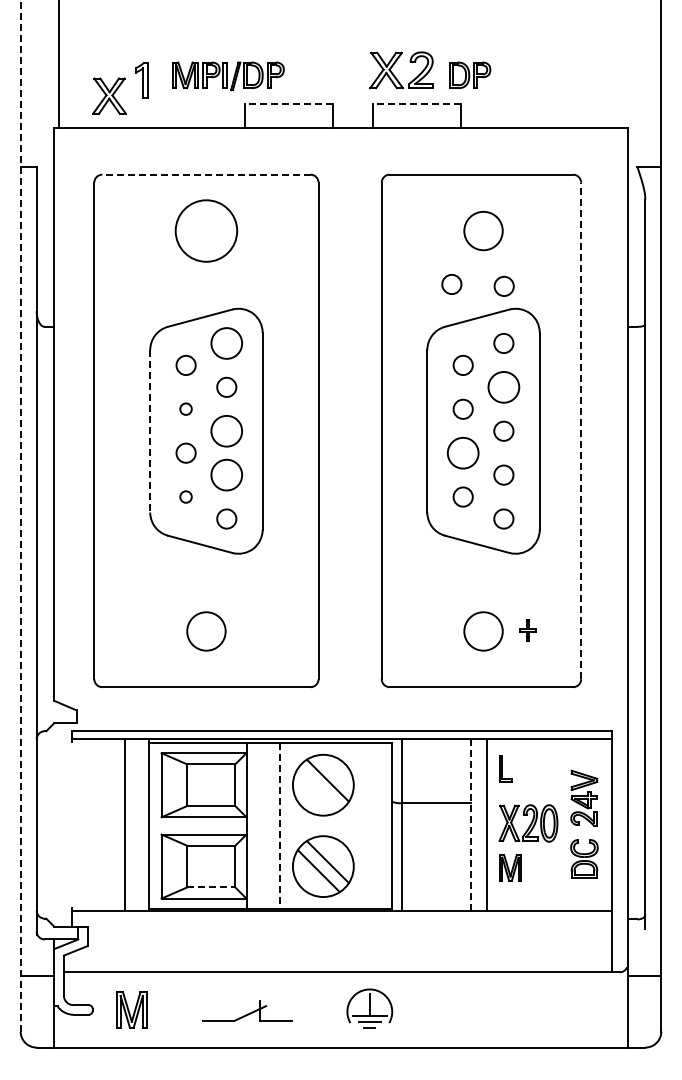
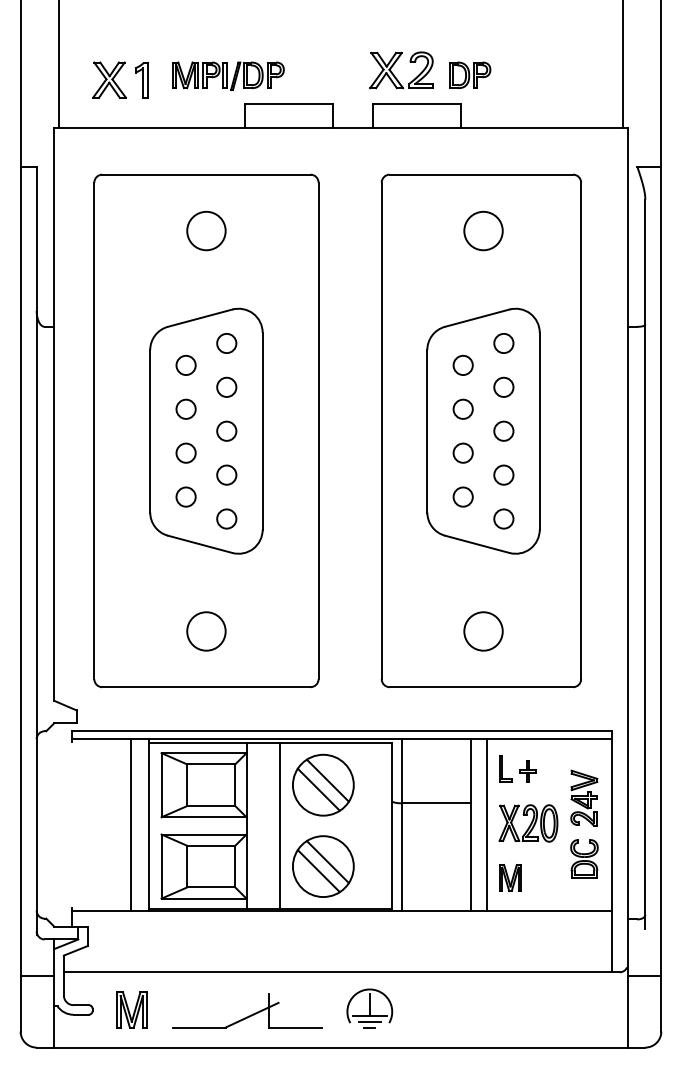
line at (622, 65): none -> present
part at (109, 95) position: (109, 95) -> (109, 79)
line at (288, 104): dashed -> solid
line at (416, 104): dashed -> solid
line at (205, 174): dashed -> solid
circle at (206, 230) diameter: 62 px -> 38 px
circle at (451, 284): present -> none
circle at (503, 285): present -> none
circle at (226, 343) diameter: 31 px -> 19 px
circle at (503, 387) diameter: 31 px -> 19 px
circle at (185, 408) size: 14x14 px -> 22x22 px
circle at (226, 430) diameter: 31 px -> 19 px
line at (581, 430): dashed -> solid
line at (150, 431): dashed -> solid
circle at (462, 452) diameter: 31 px -> 19 px
circle at (226, 474) diameter: 31 px -> 19 px
circle at (185, 496) size: 14x14 px -> 22x22 px
line at (20, 515): dashed -> solid
part at (527, 630) position: (527, 630) -> (527, 771)
line at (318, 789): none -> present
line at (125, 824) position: (125, 824) -> (131, 824)
line at (470, 824): dashed -> solid
line at (280, 825): dashed -> solid
part at (510, 867) position: (510, 867) -> (510, 877)
line at (211, 887): dashed -> solid
part at (247, 1010) size: 91x22 px -> 151x36 px
